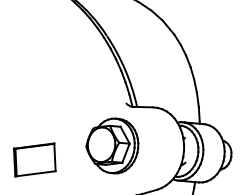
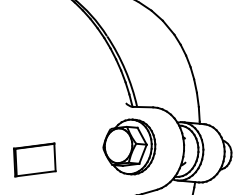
part at (112, 145) position: (112, 145) -> (129, 146)
